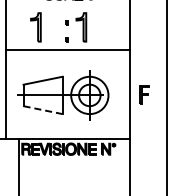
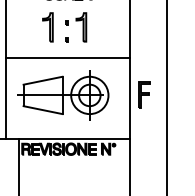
part at (35, 27) position: (35, 27) -> (47, 27)
line at (67, 49) position: (67, 49) -> (67, 57)
part at (144, 94) size: 11x20 px -> 13x28 px
line at (43, 110): dashed -> solid
